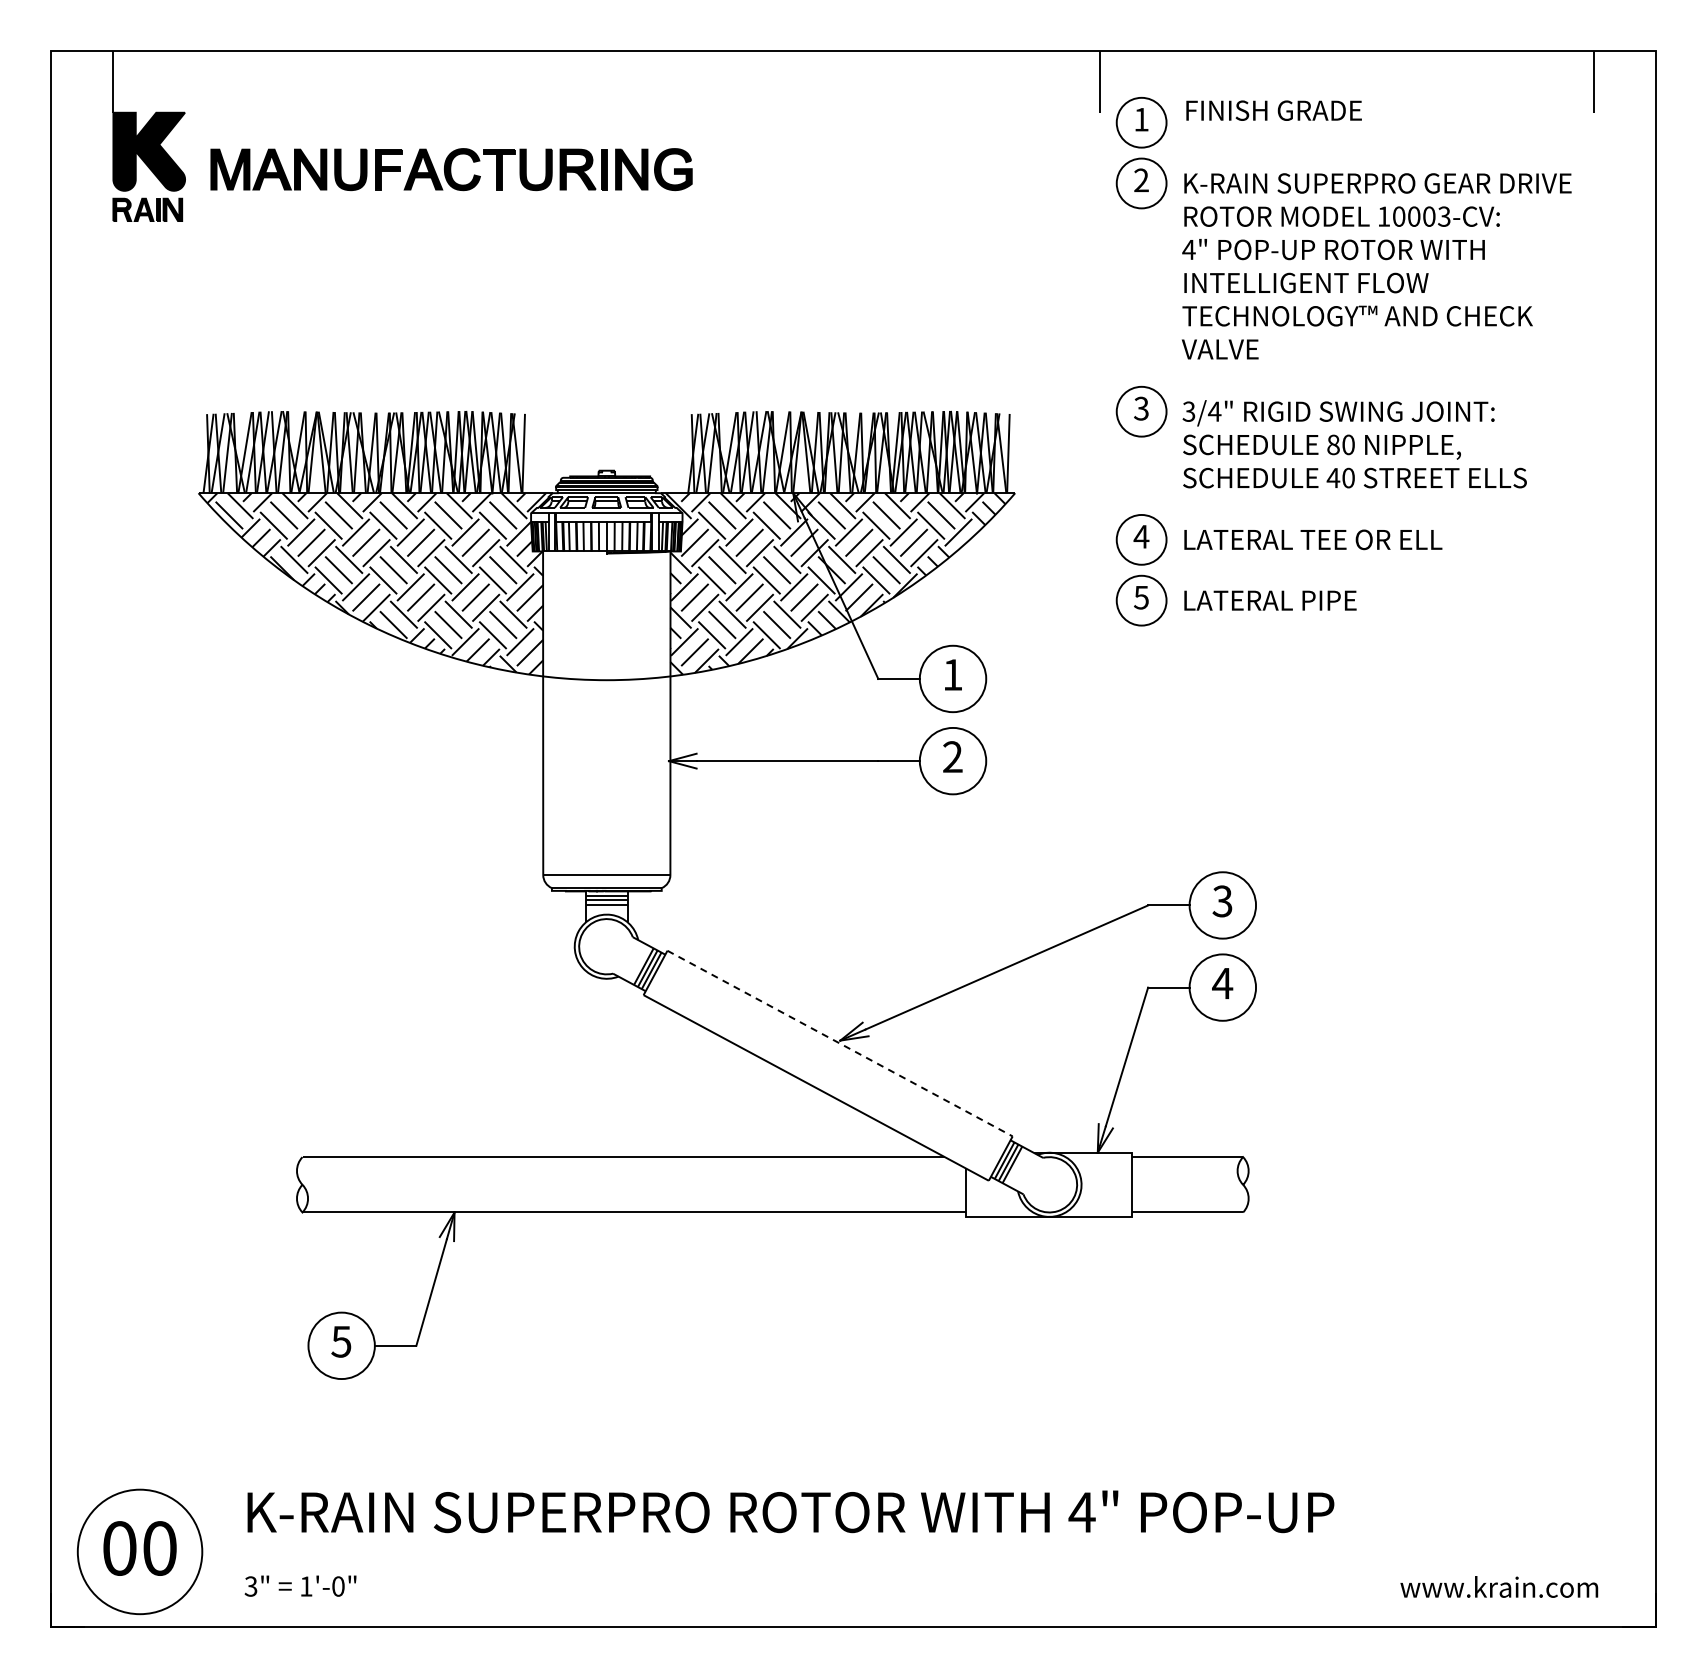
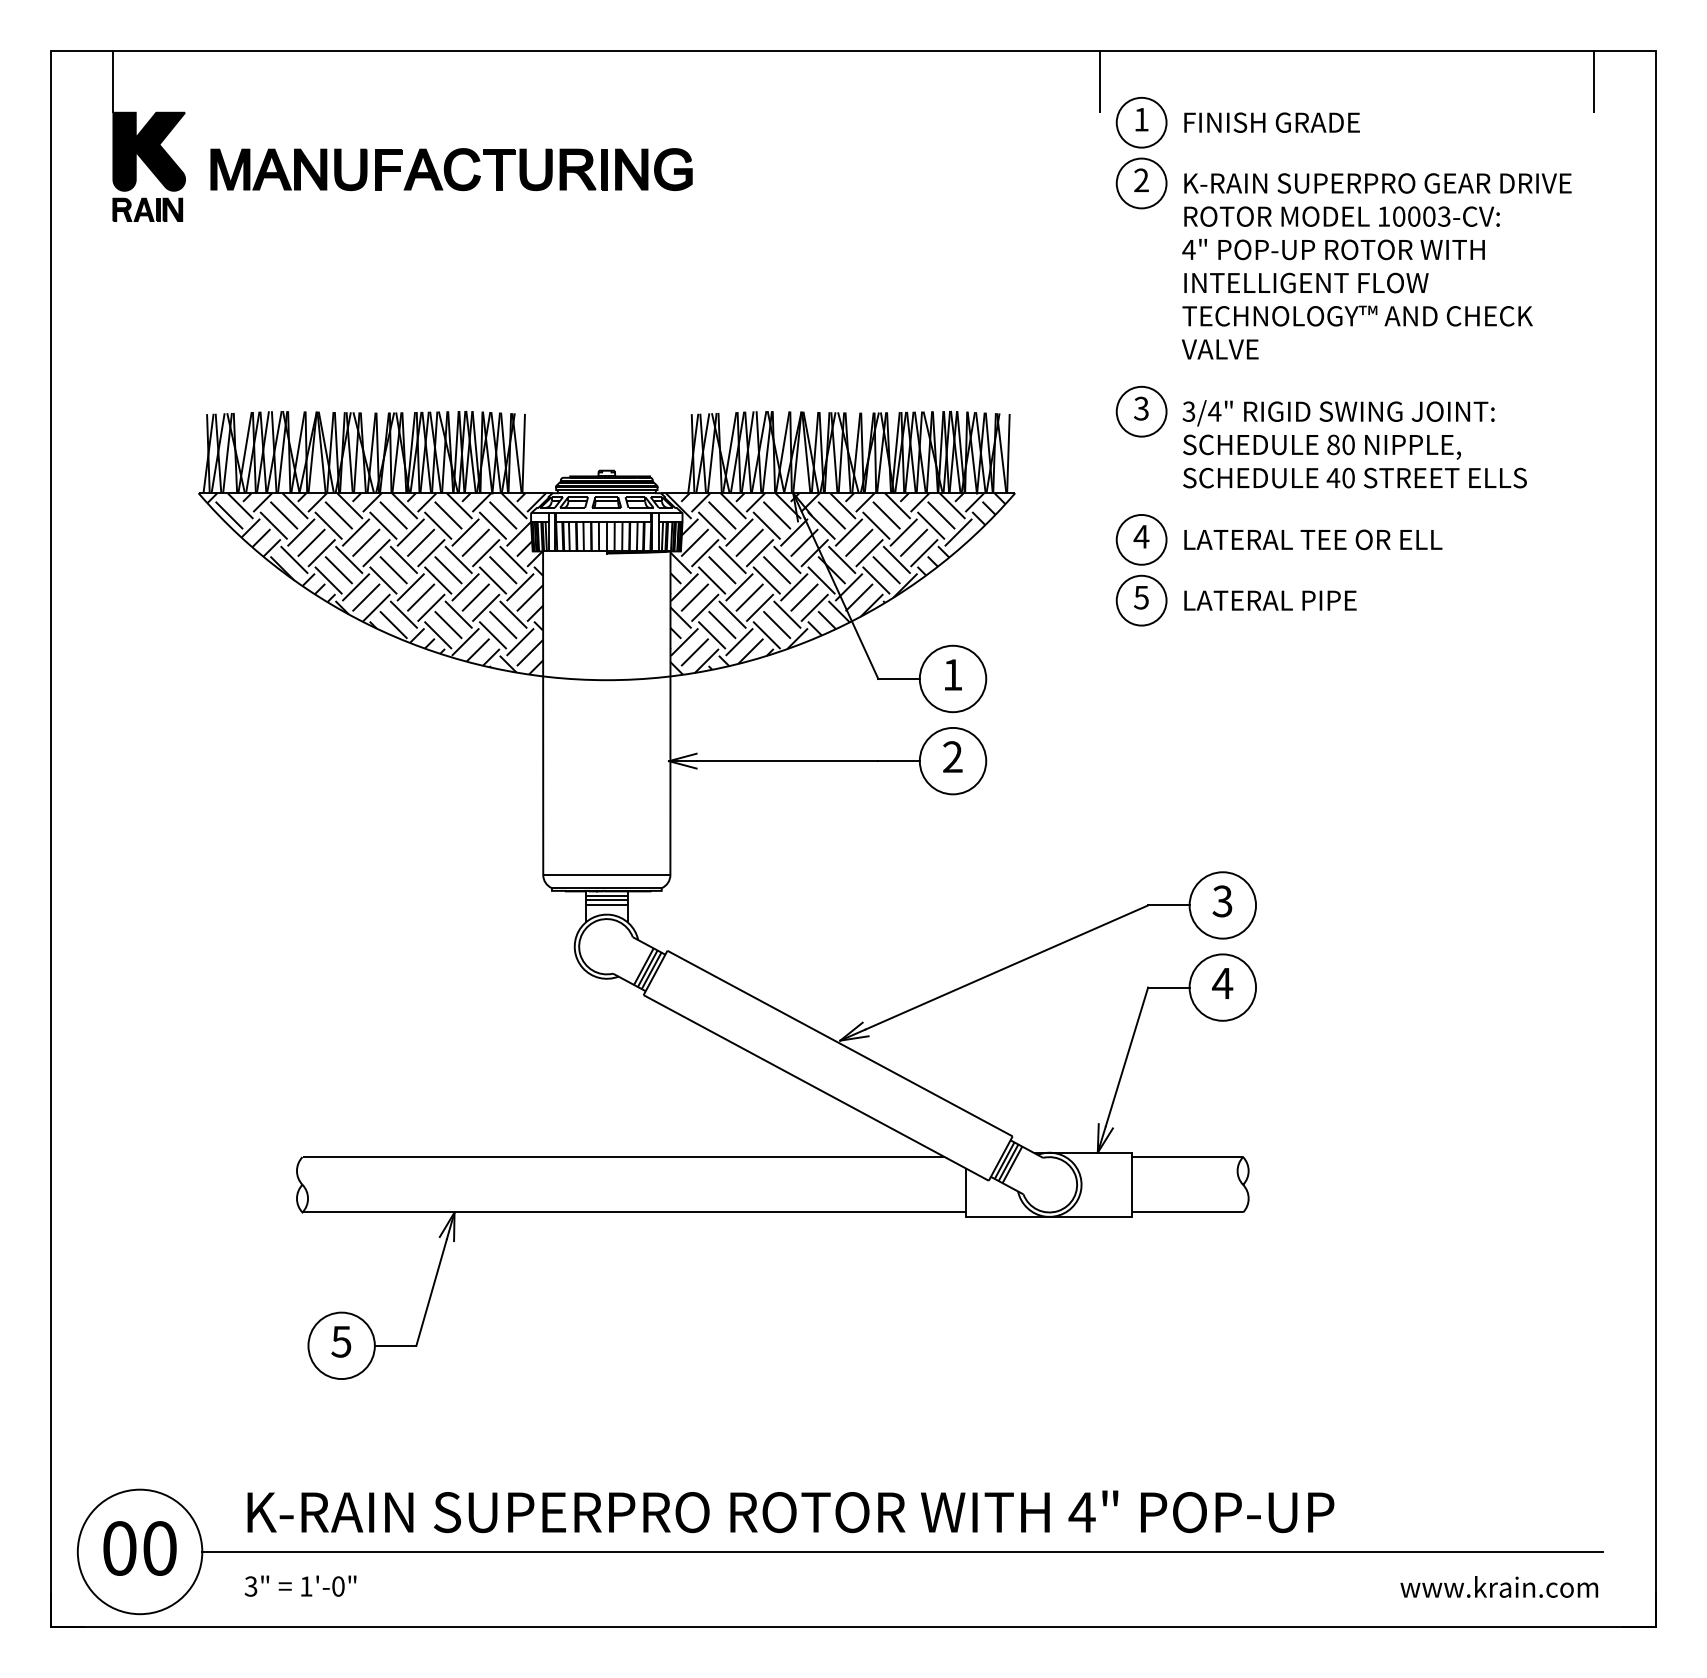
text at (1273, 110) position: (1273, 110) -> (1271, 122)
line at (840, 1043): dashed -> solid
line at (902, 1551): none -> present
